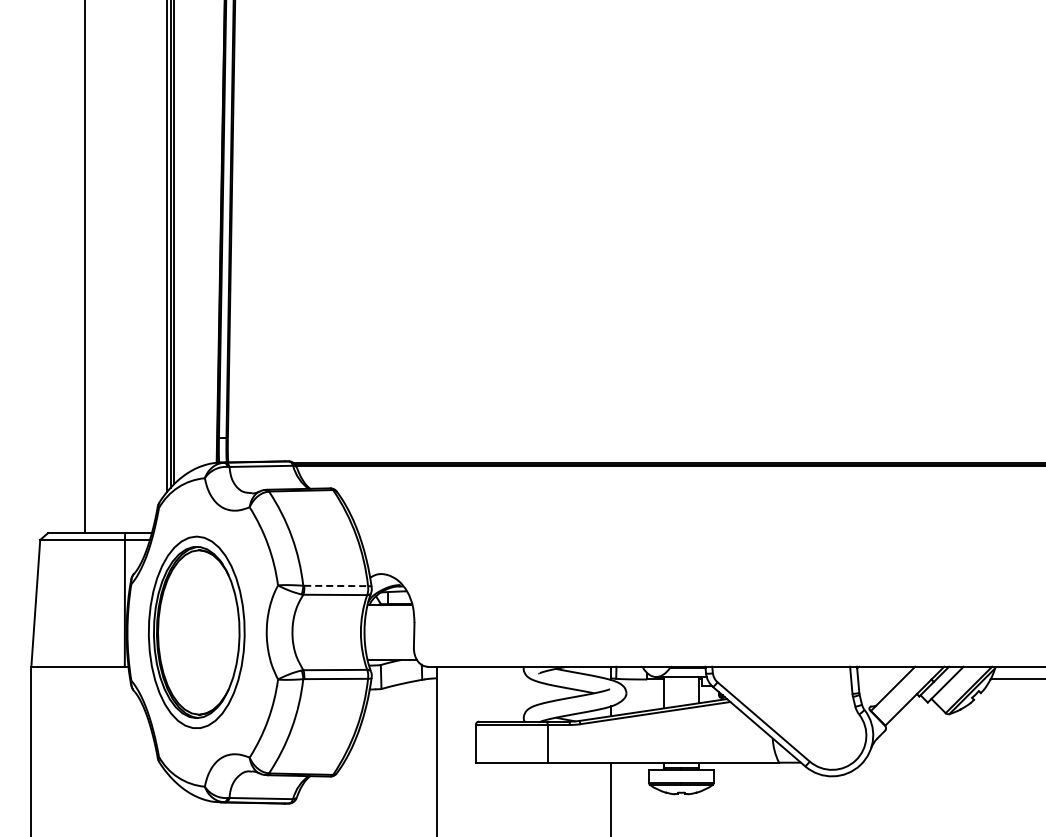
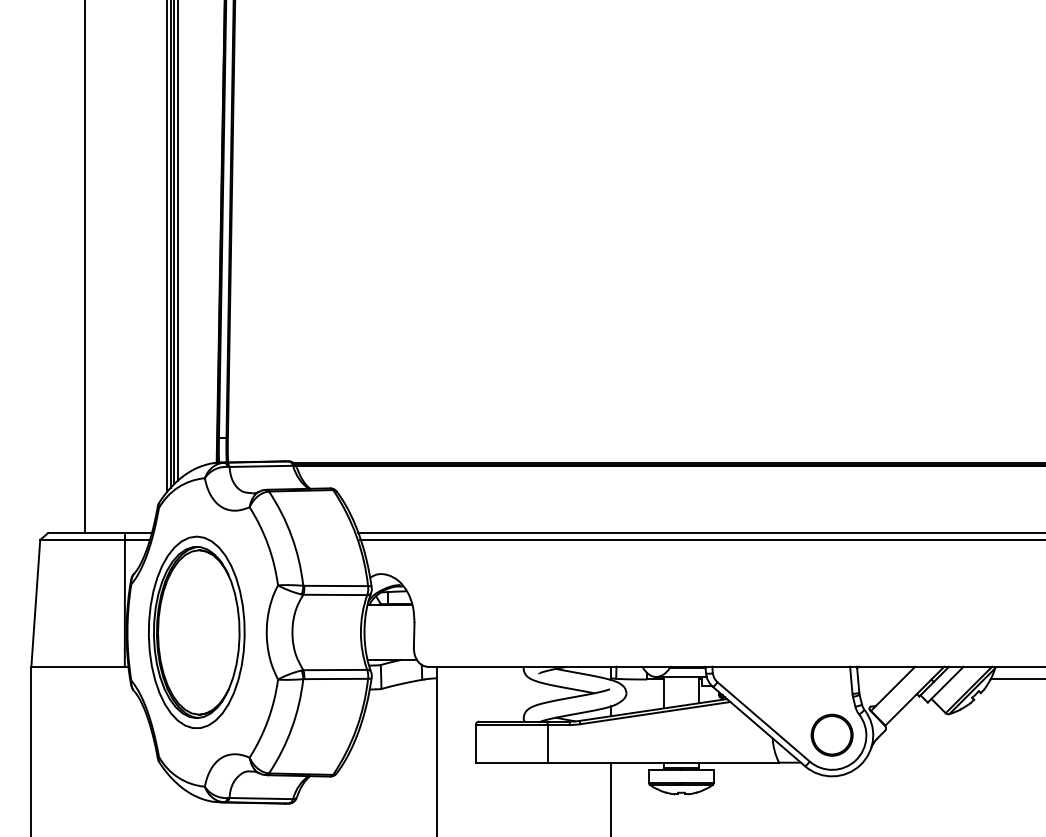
line at (177, 241): none -> present
line at (699, 533): none -> present
line at (701, 539): none -> present
line at (336, 585): dashed -> solid
circle at (831, 734): none -> present
